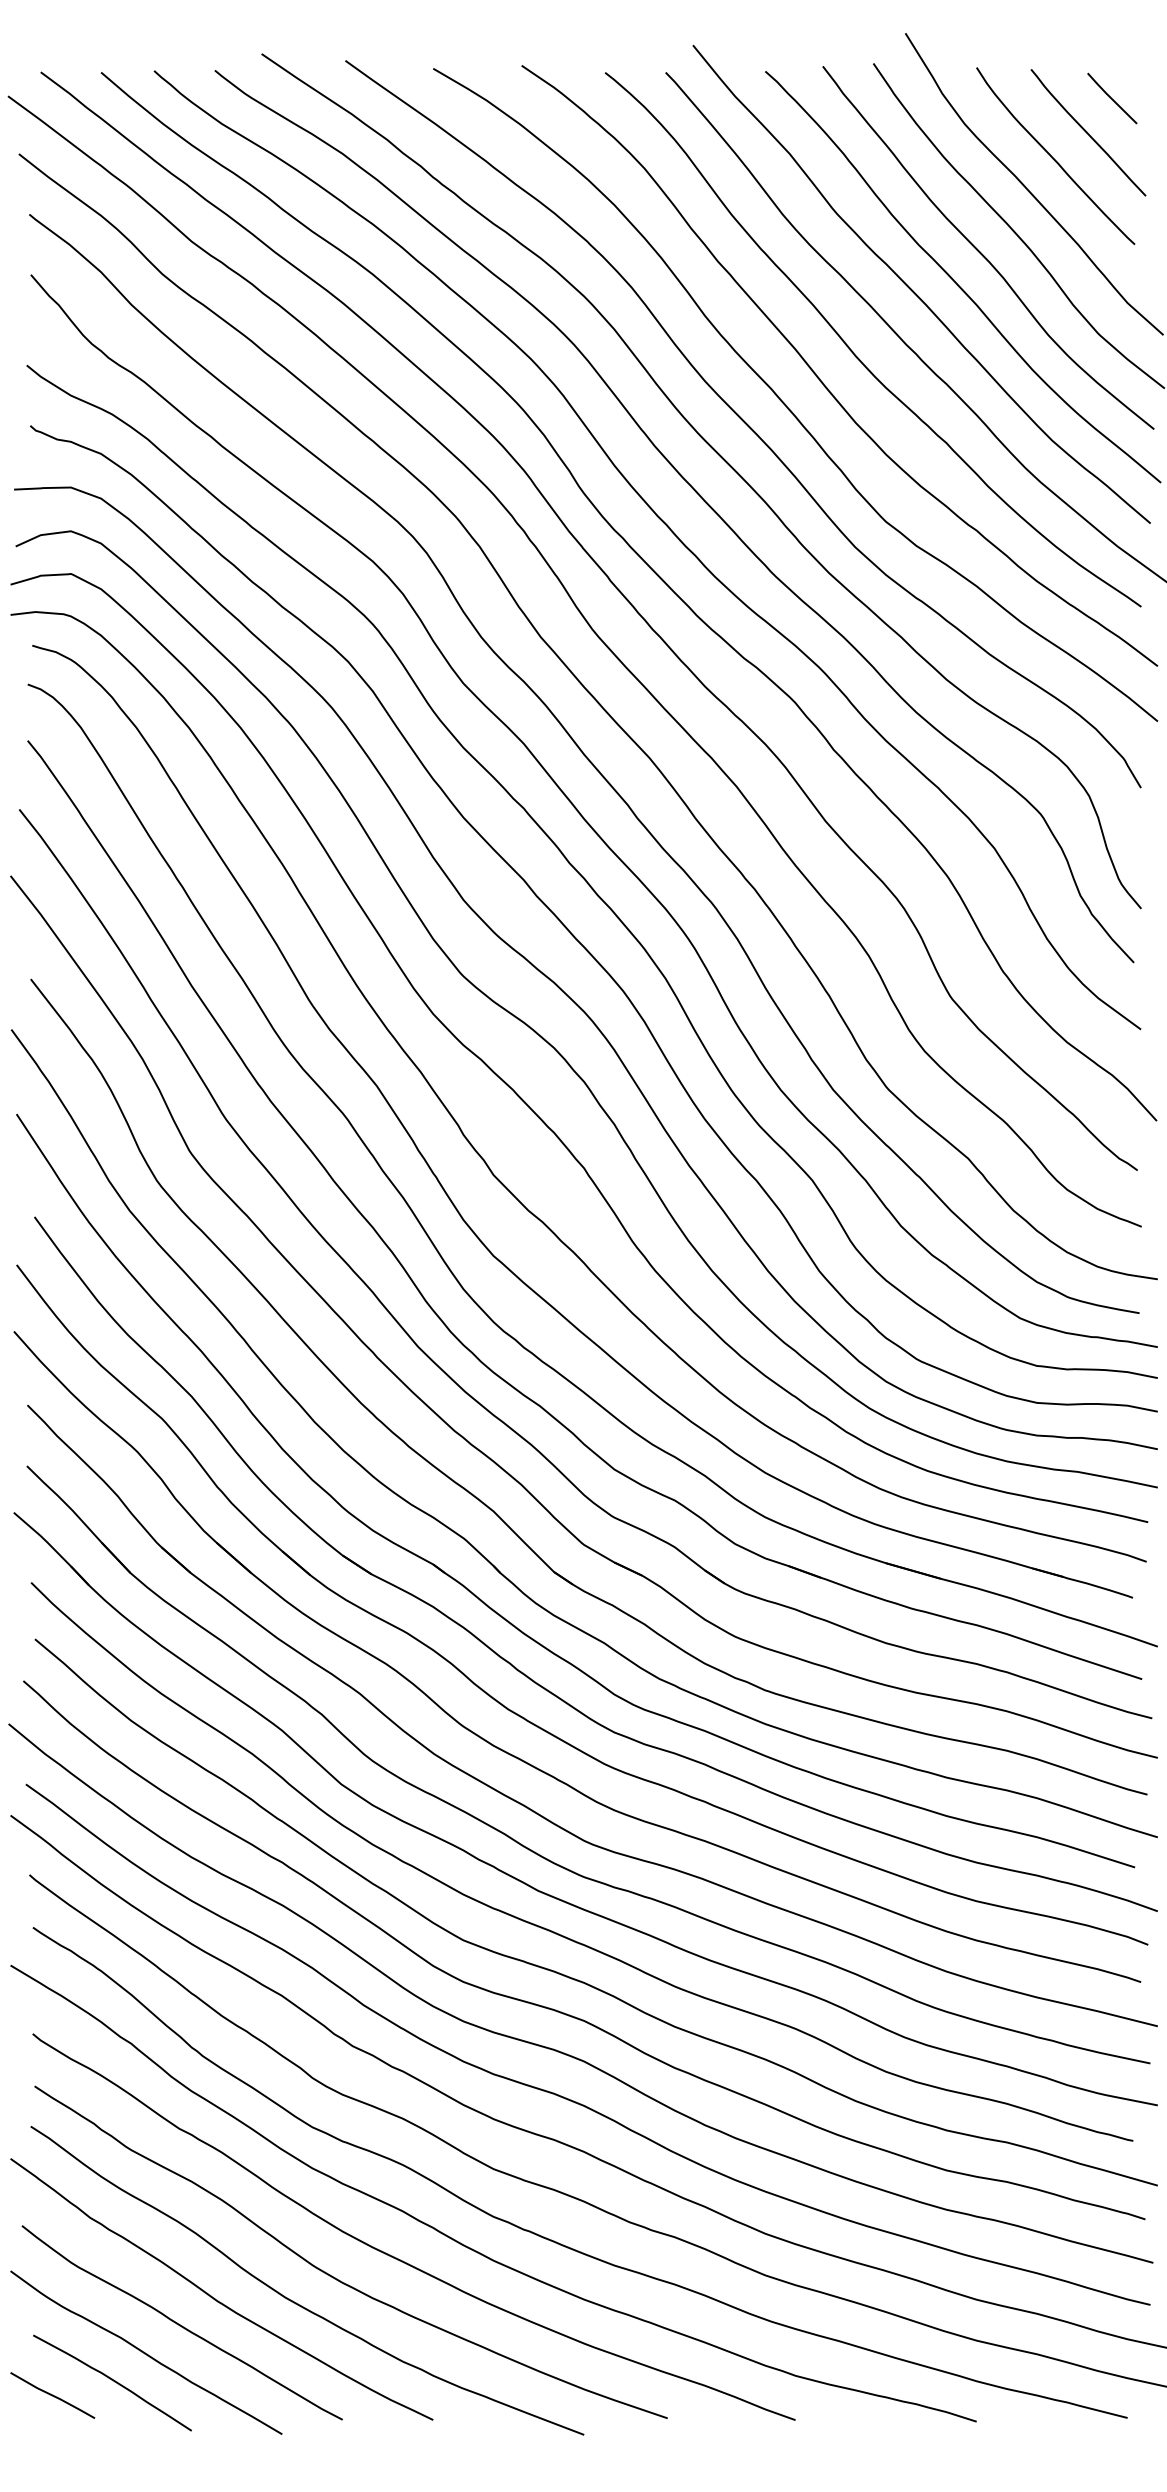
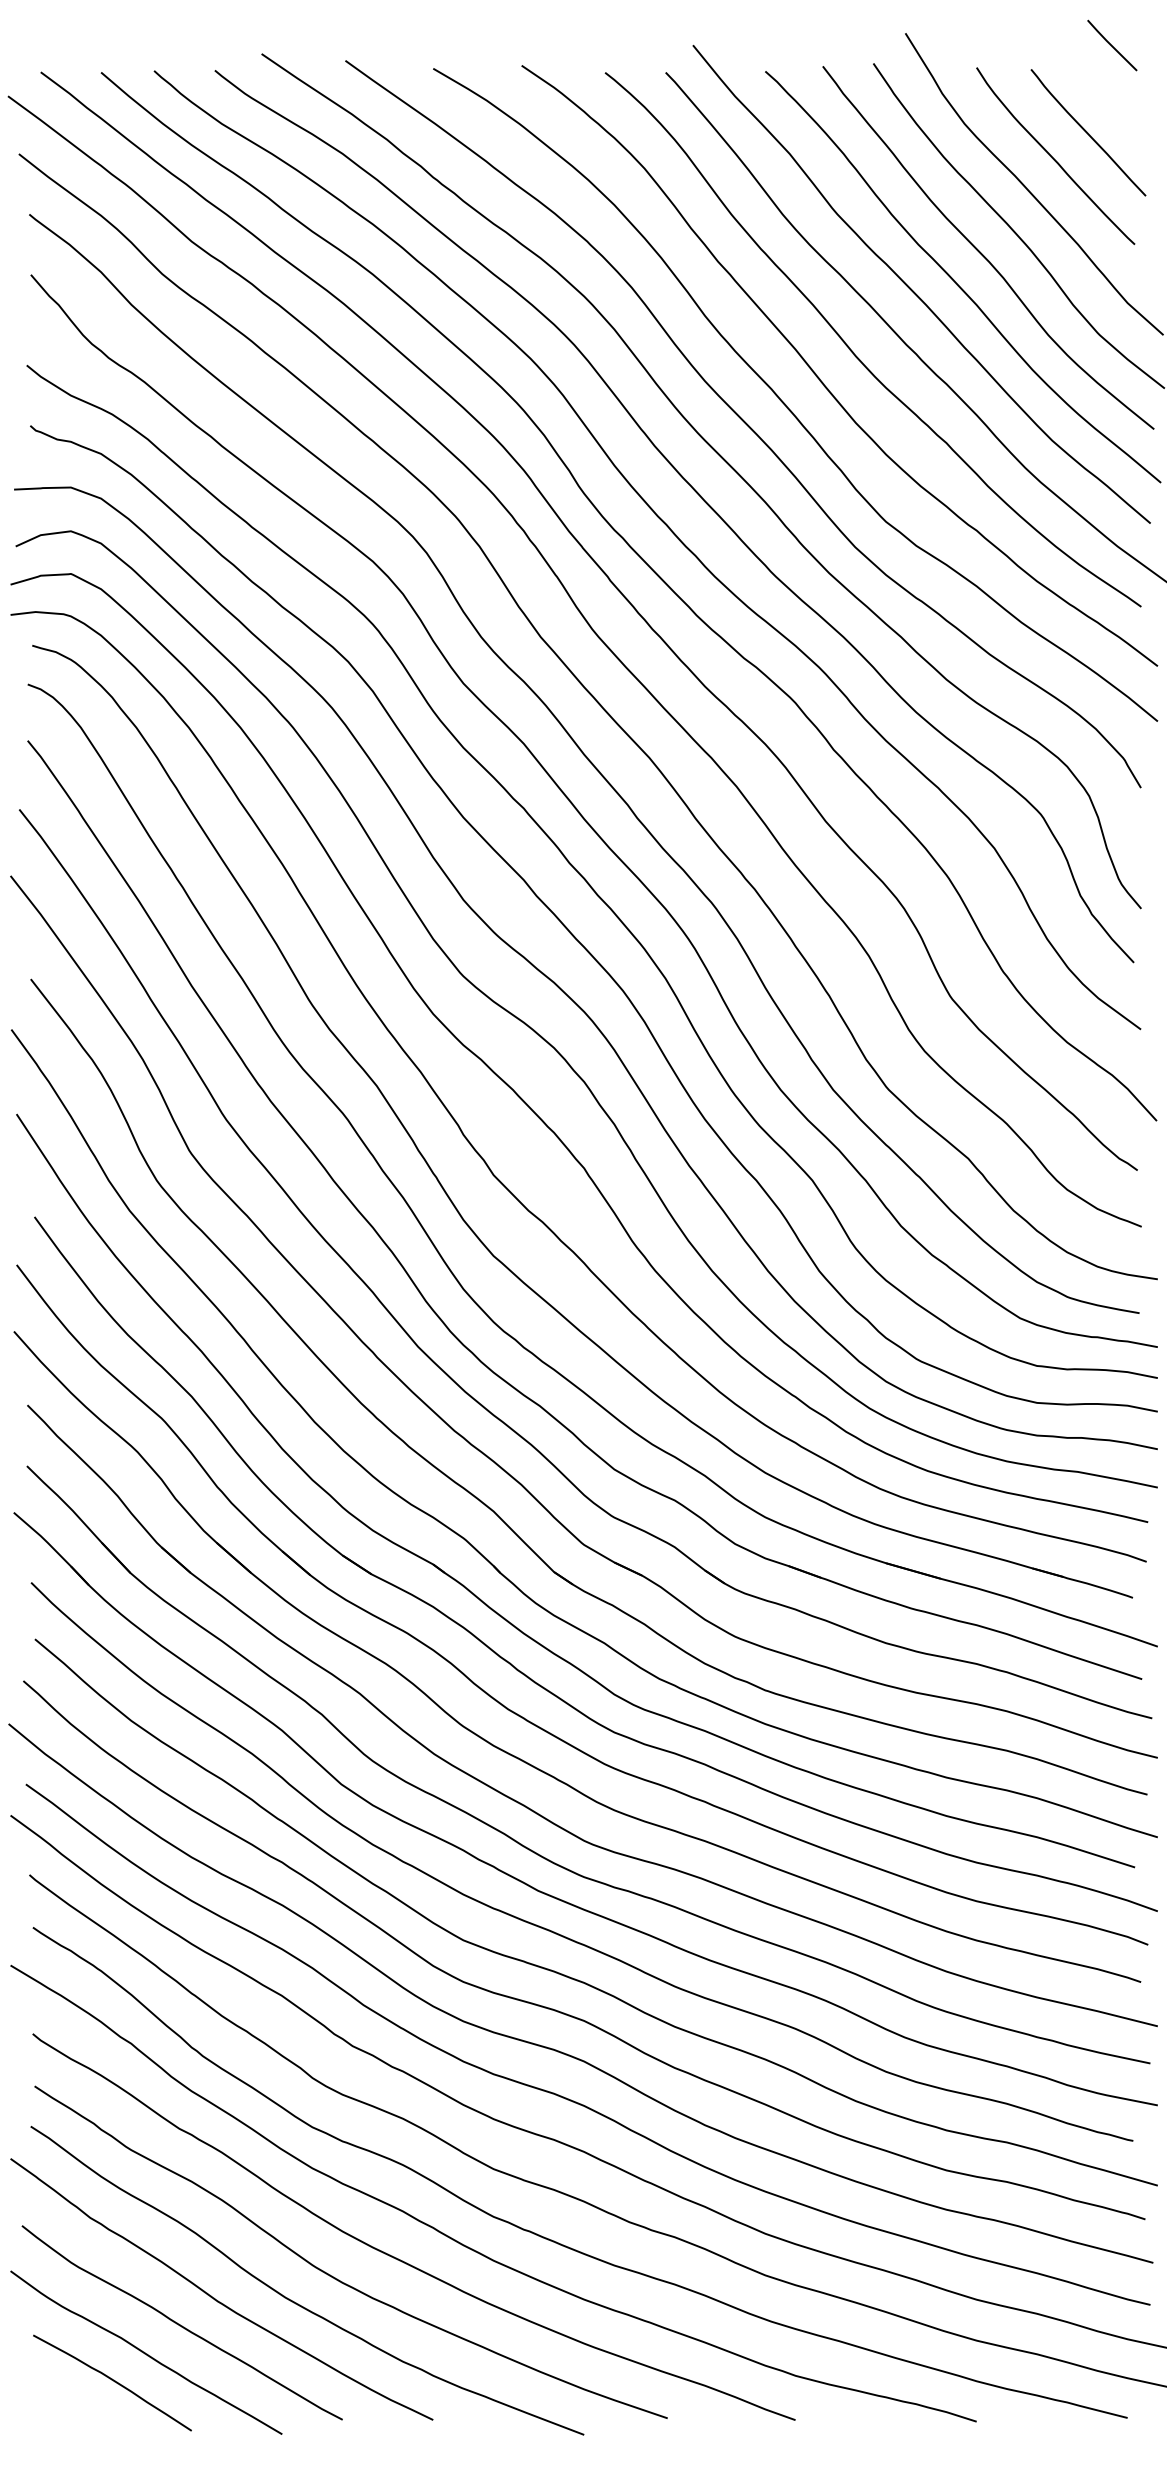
line at (1112, 98) position: (1112, 98) -> (1112, 45)
line at (52, 2395): present -> none
